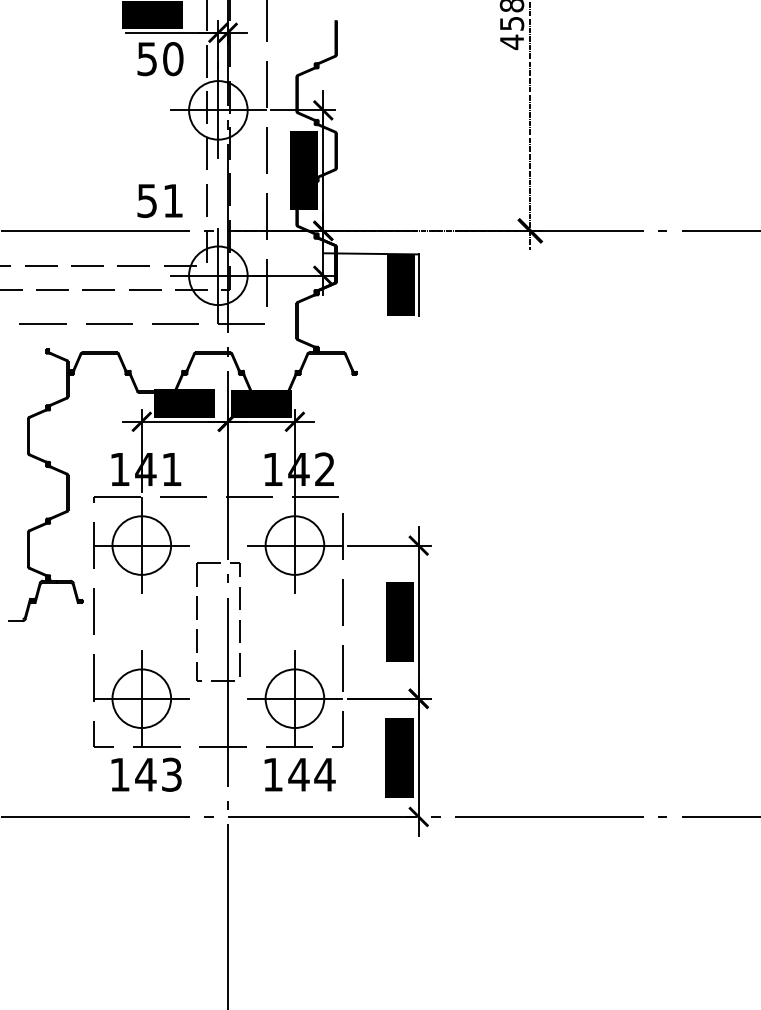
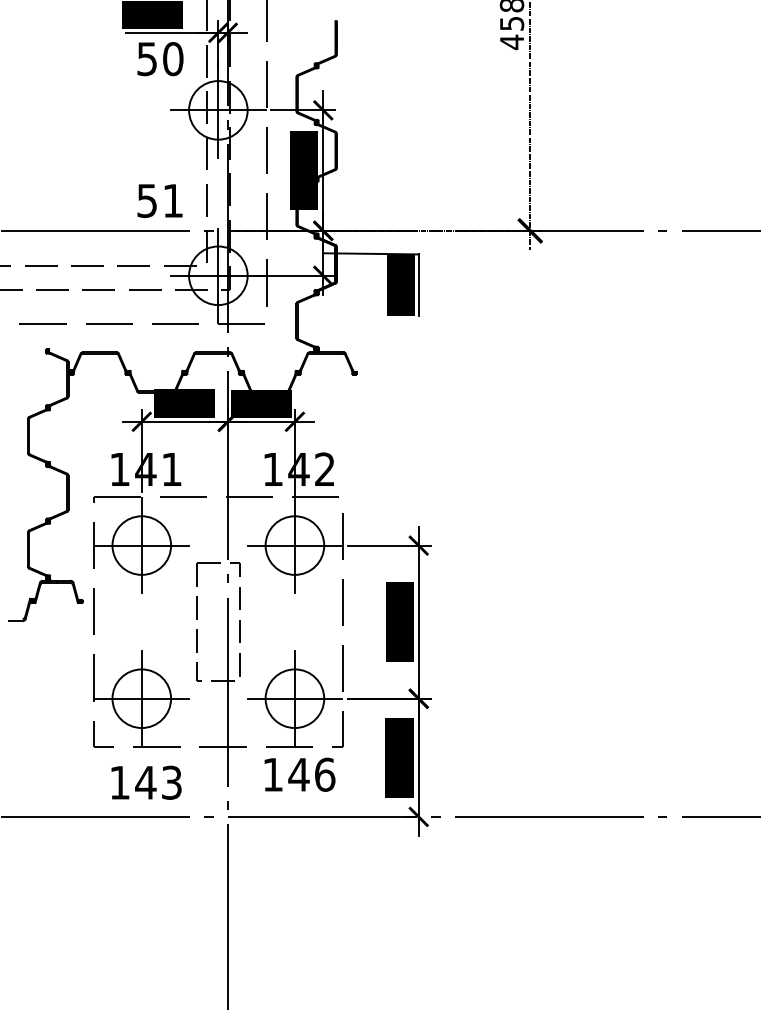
text at (146, 774) position: (146, 774) -> (146, 782)
text at (324, 774): 144 -> 146
